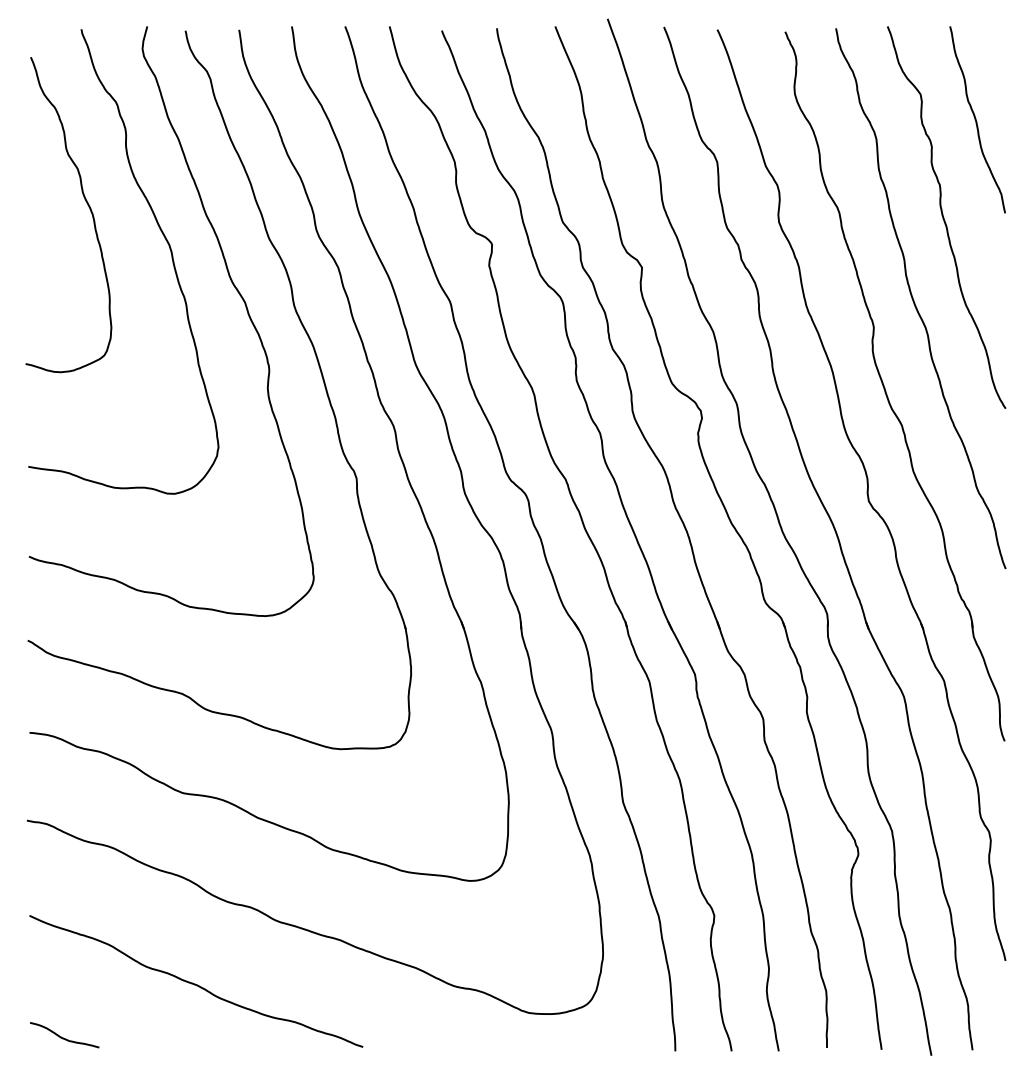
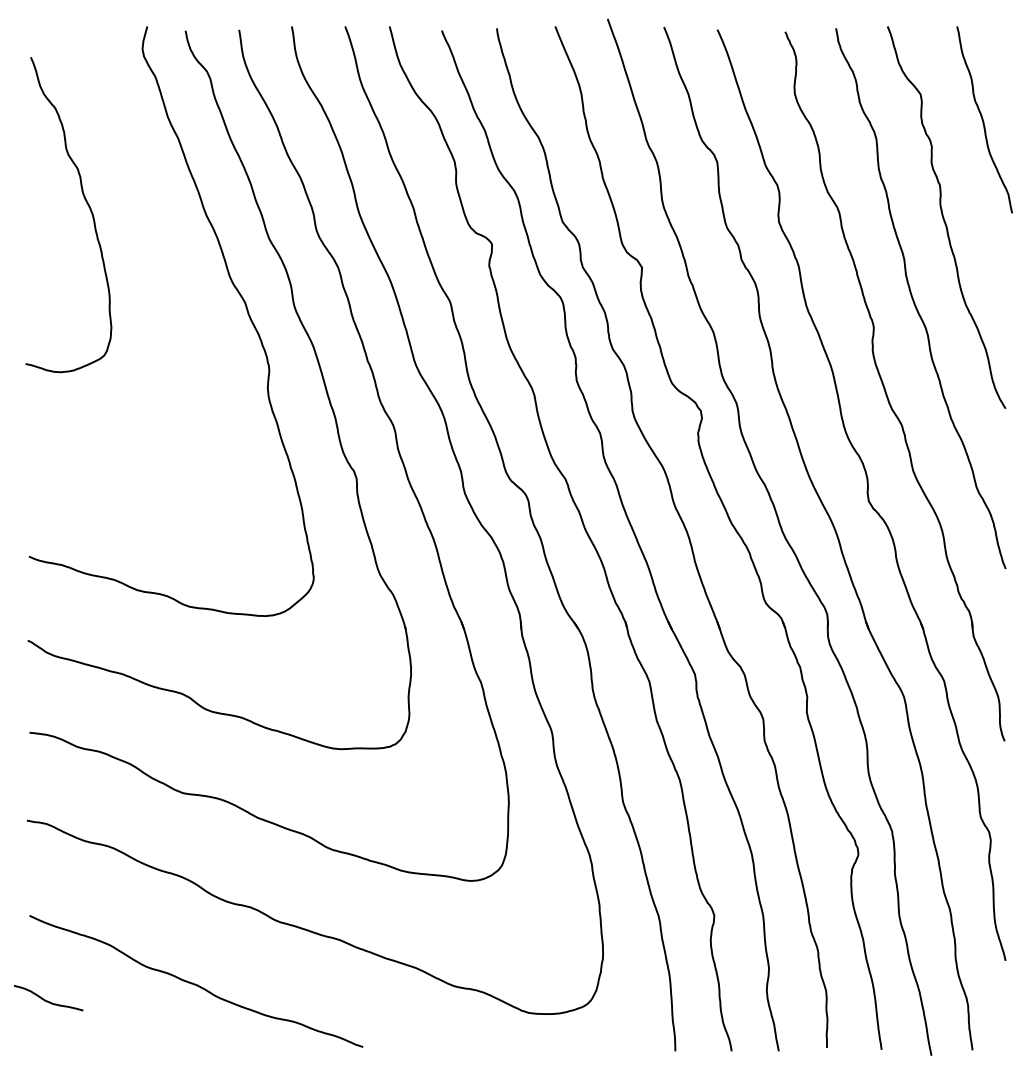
curve at (976, 119) position: (976, 119) -> (983, 119)
curve at (165, 240): present -> none
curve at (63, 1037) position: (63, 1037) -> (47, 1000)
